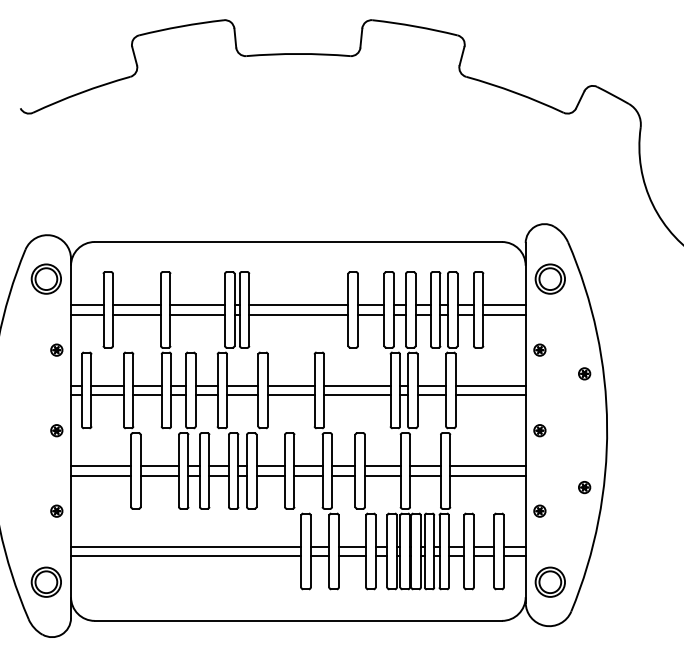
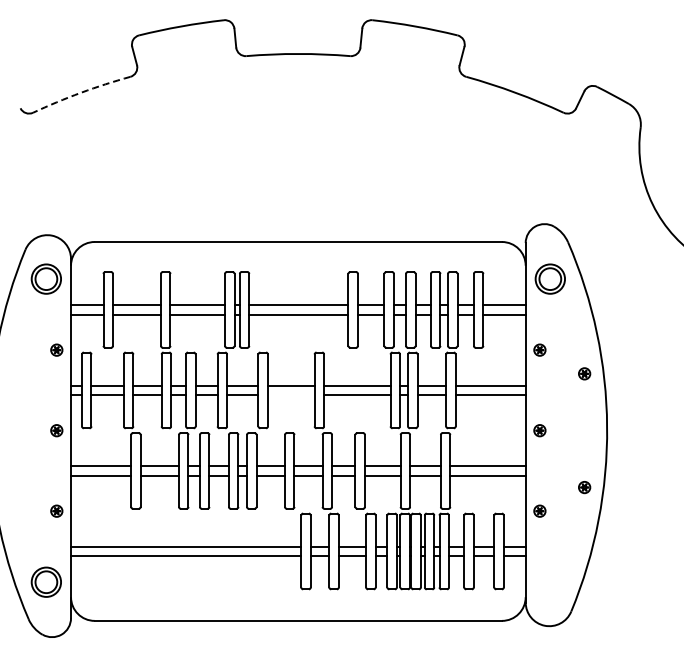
arc at (81, 92): solid -> dashed
line at (290, 395): present -> none
part at (549, 581): present -> none
